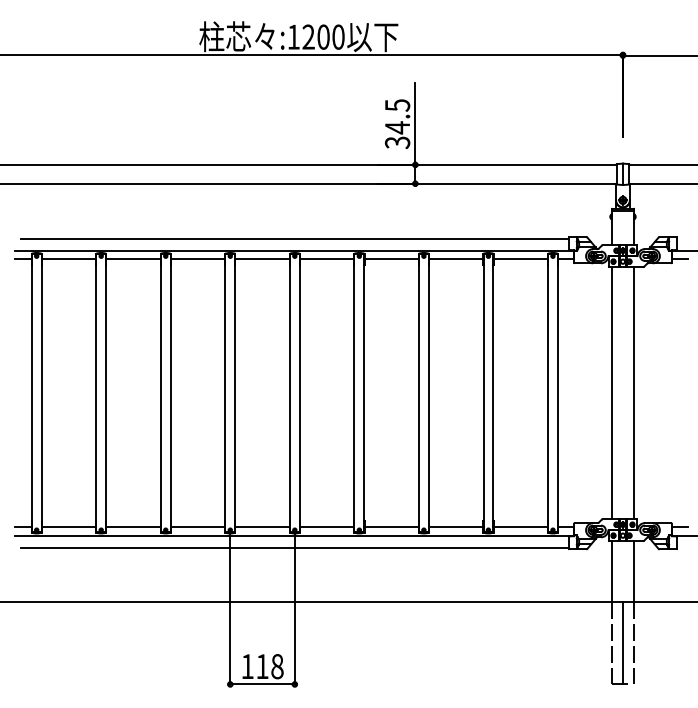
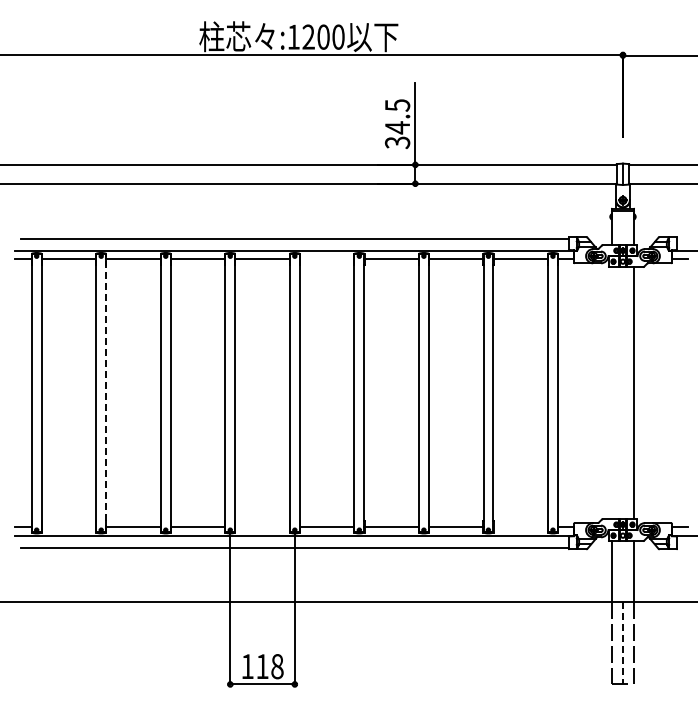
line at (326, 258): present -> none
line at (106, 392): solid -> dashed
line at (611, 393): present -> none
line at (68, 527): present -> none
line at (262, 527): present -> none
line at (520, 527): present -> none
line at (622, 643): solid -> dashed
